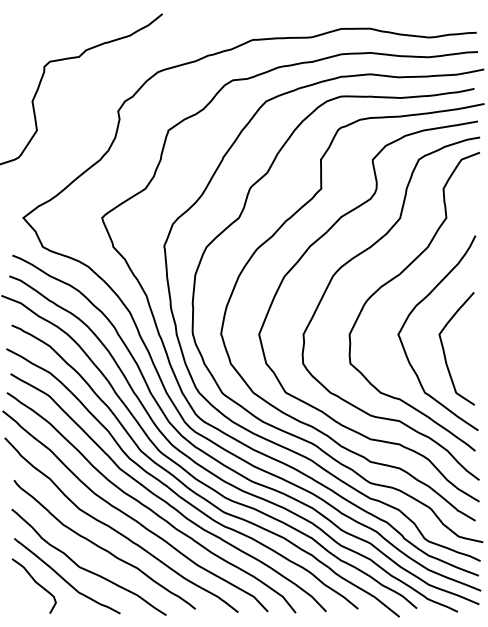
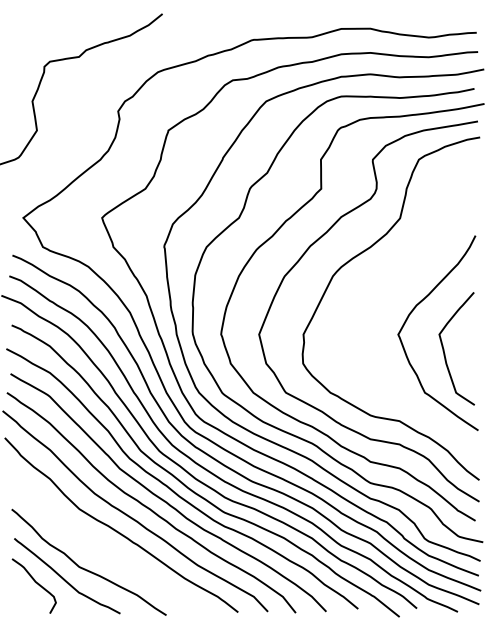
curve at (398, 276): present -> none
curve at (102, 547): present -> none
